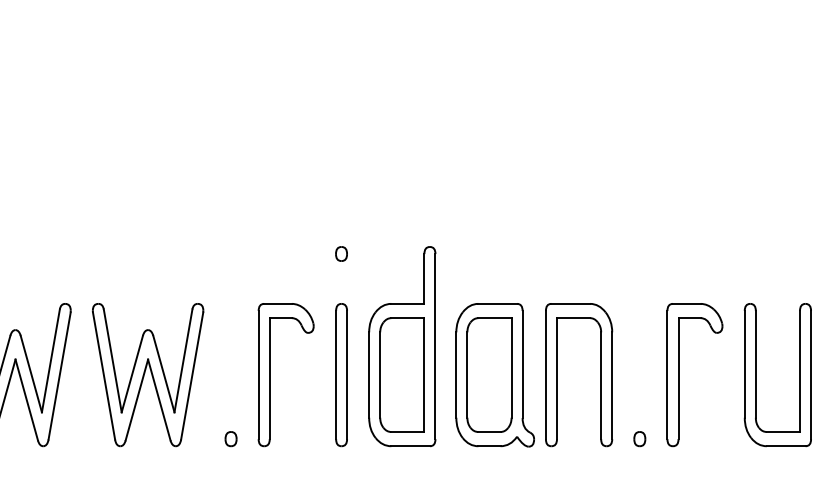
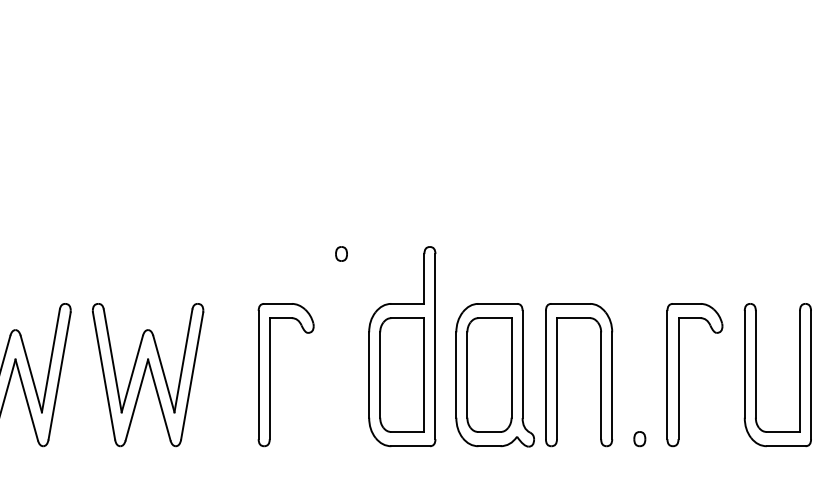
part at (341, 375): present -> none
part at (230, 439): present -> none
